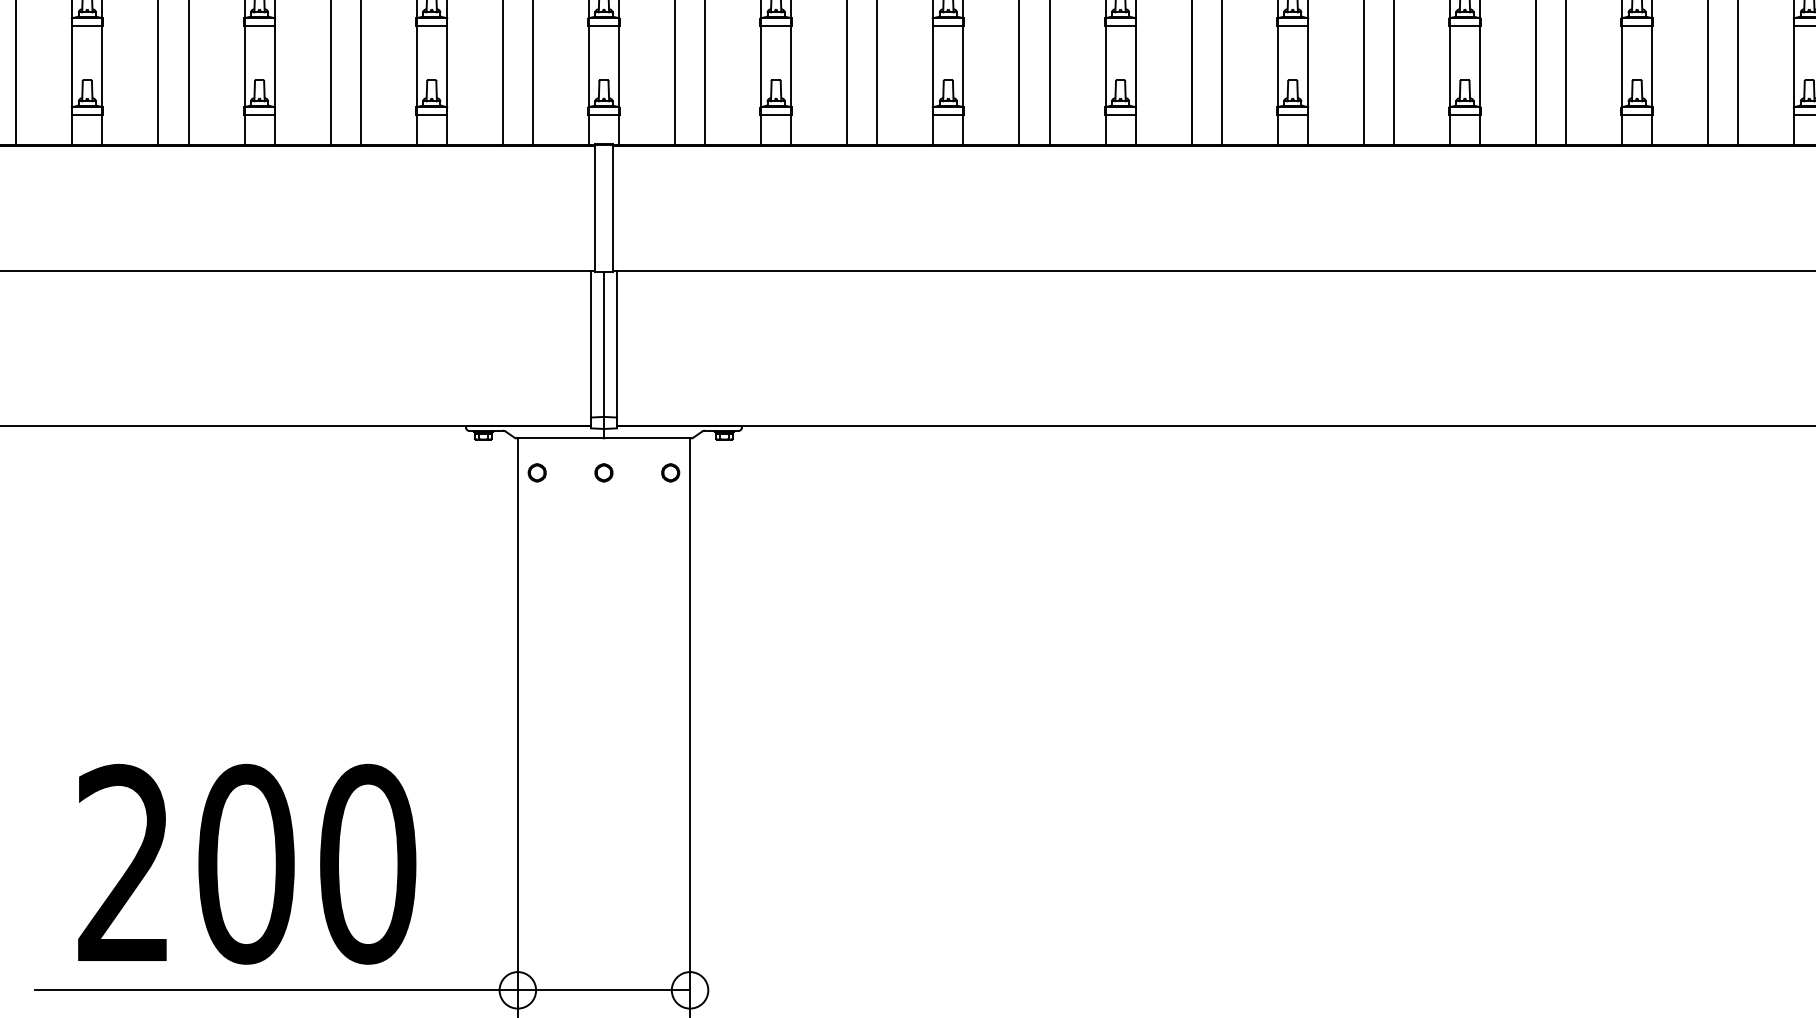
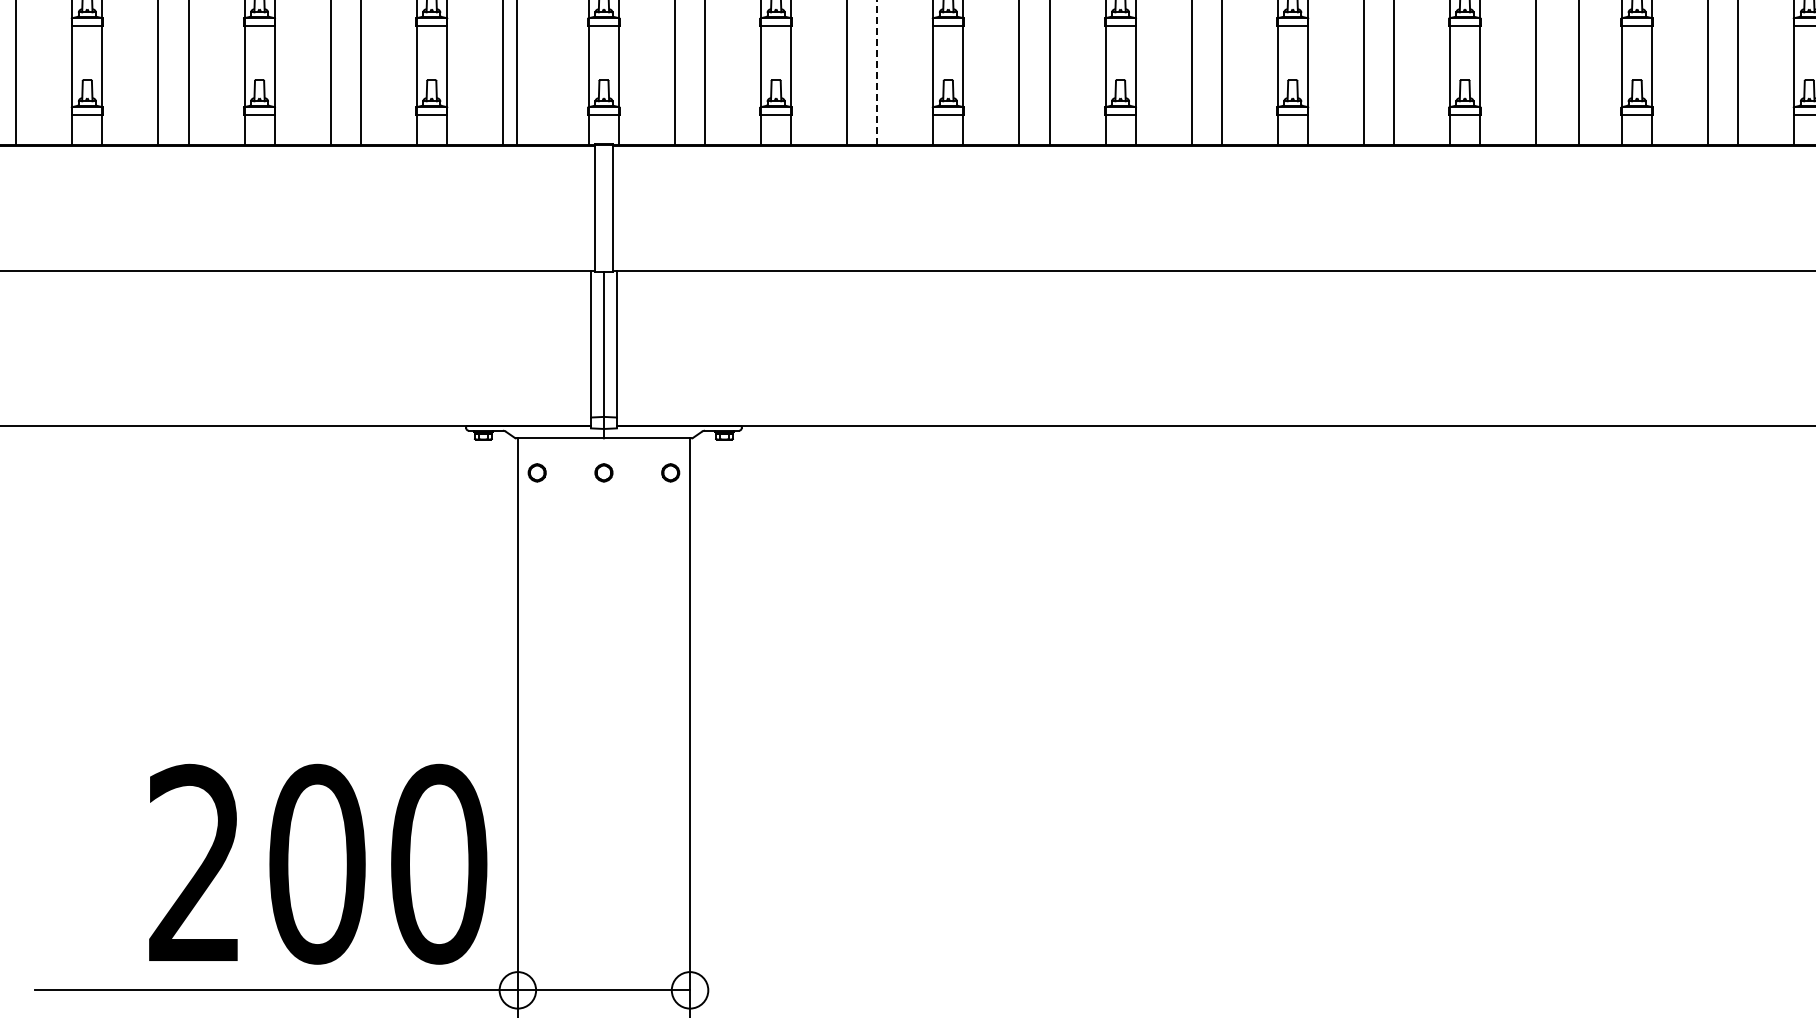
line at (877, 72): solid -> dashed
line at (532, 73) position: (532, 73) -> (516, 73)
line at (1566, 73) position: (1566, 73) -> (1579, 73)
text at (247, 863) position: (247, 863) -> (318, 863)
